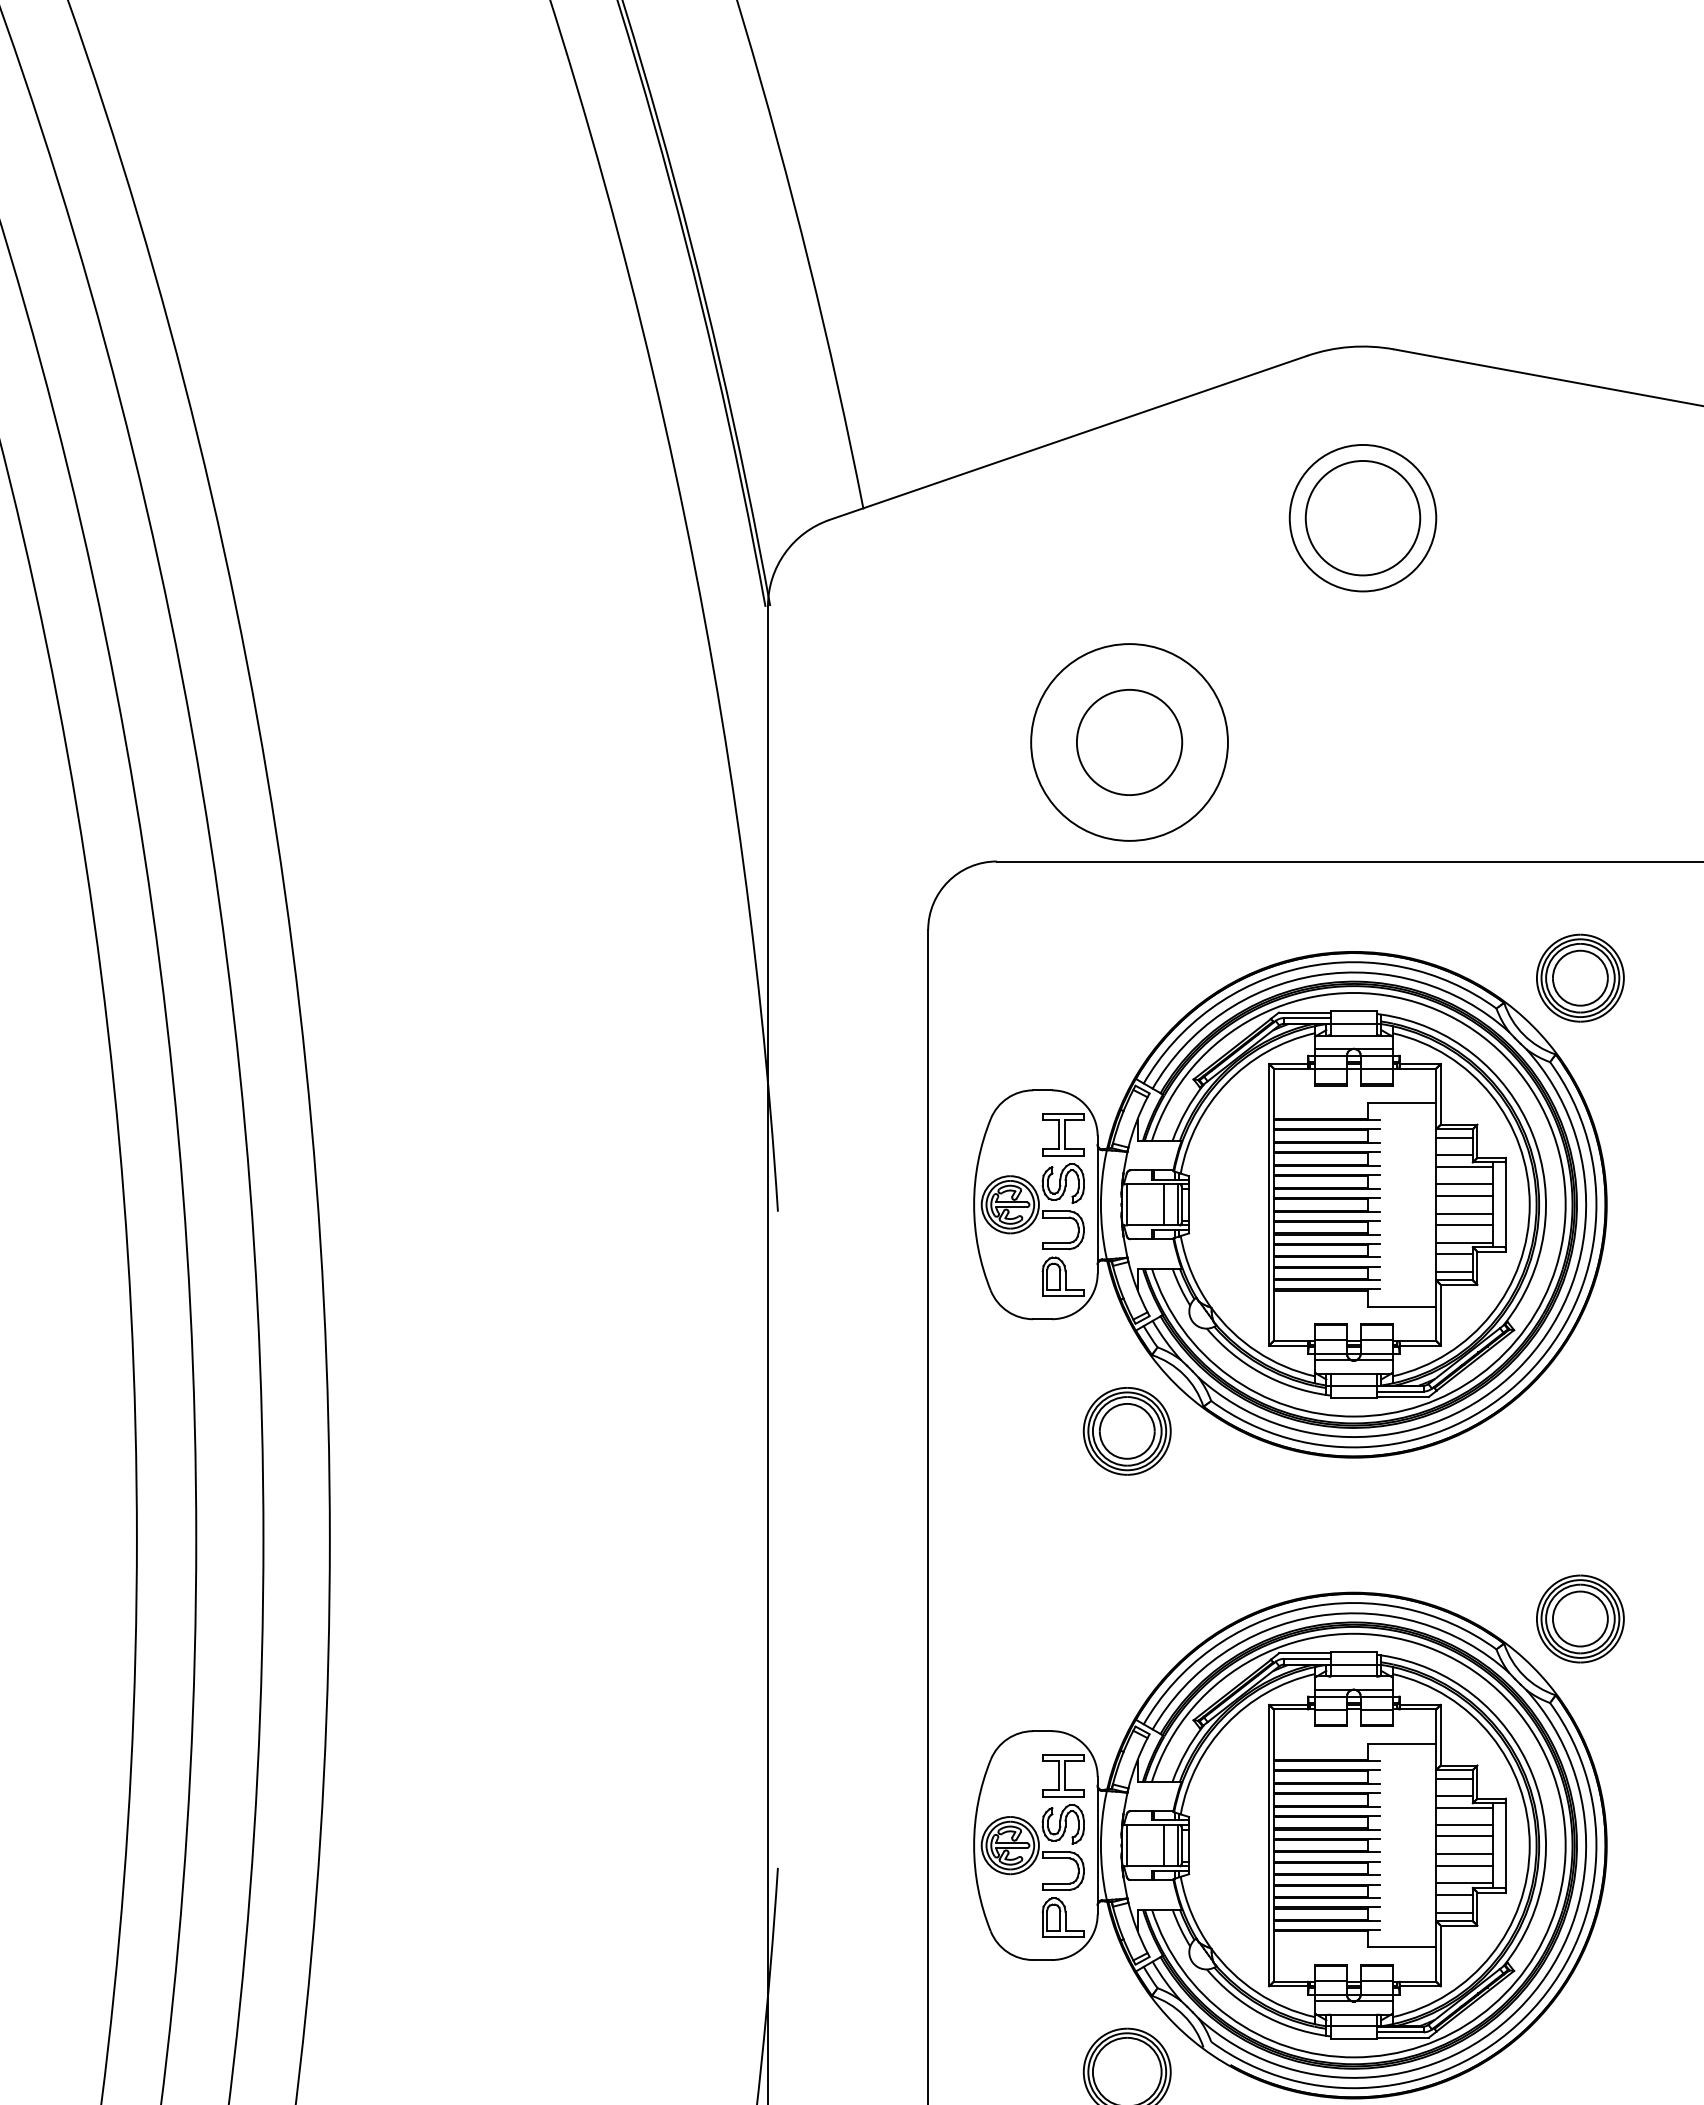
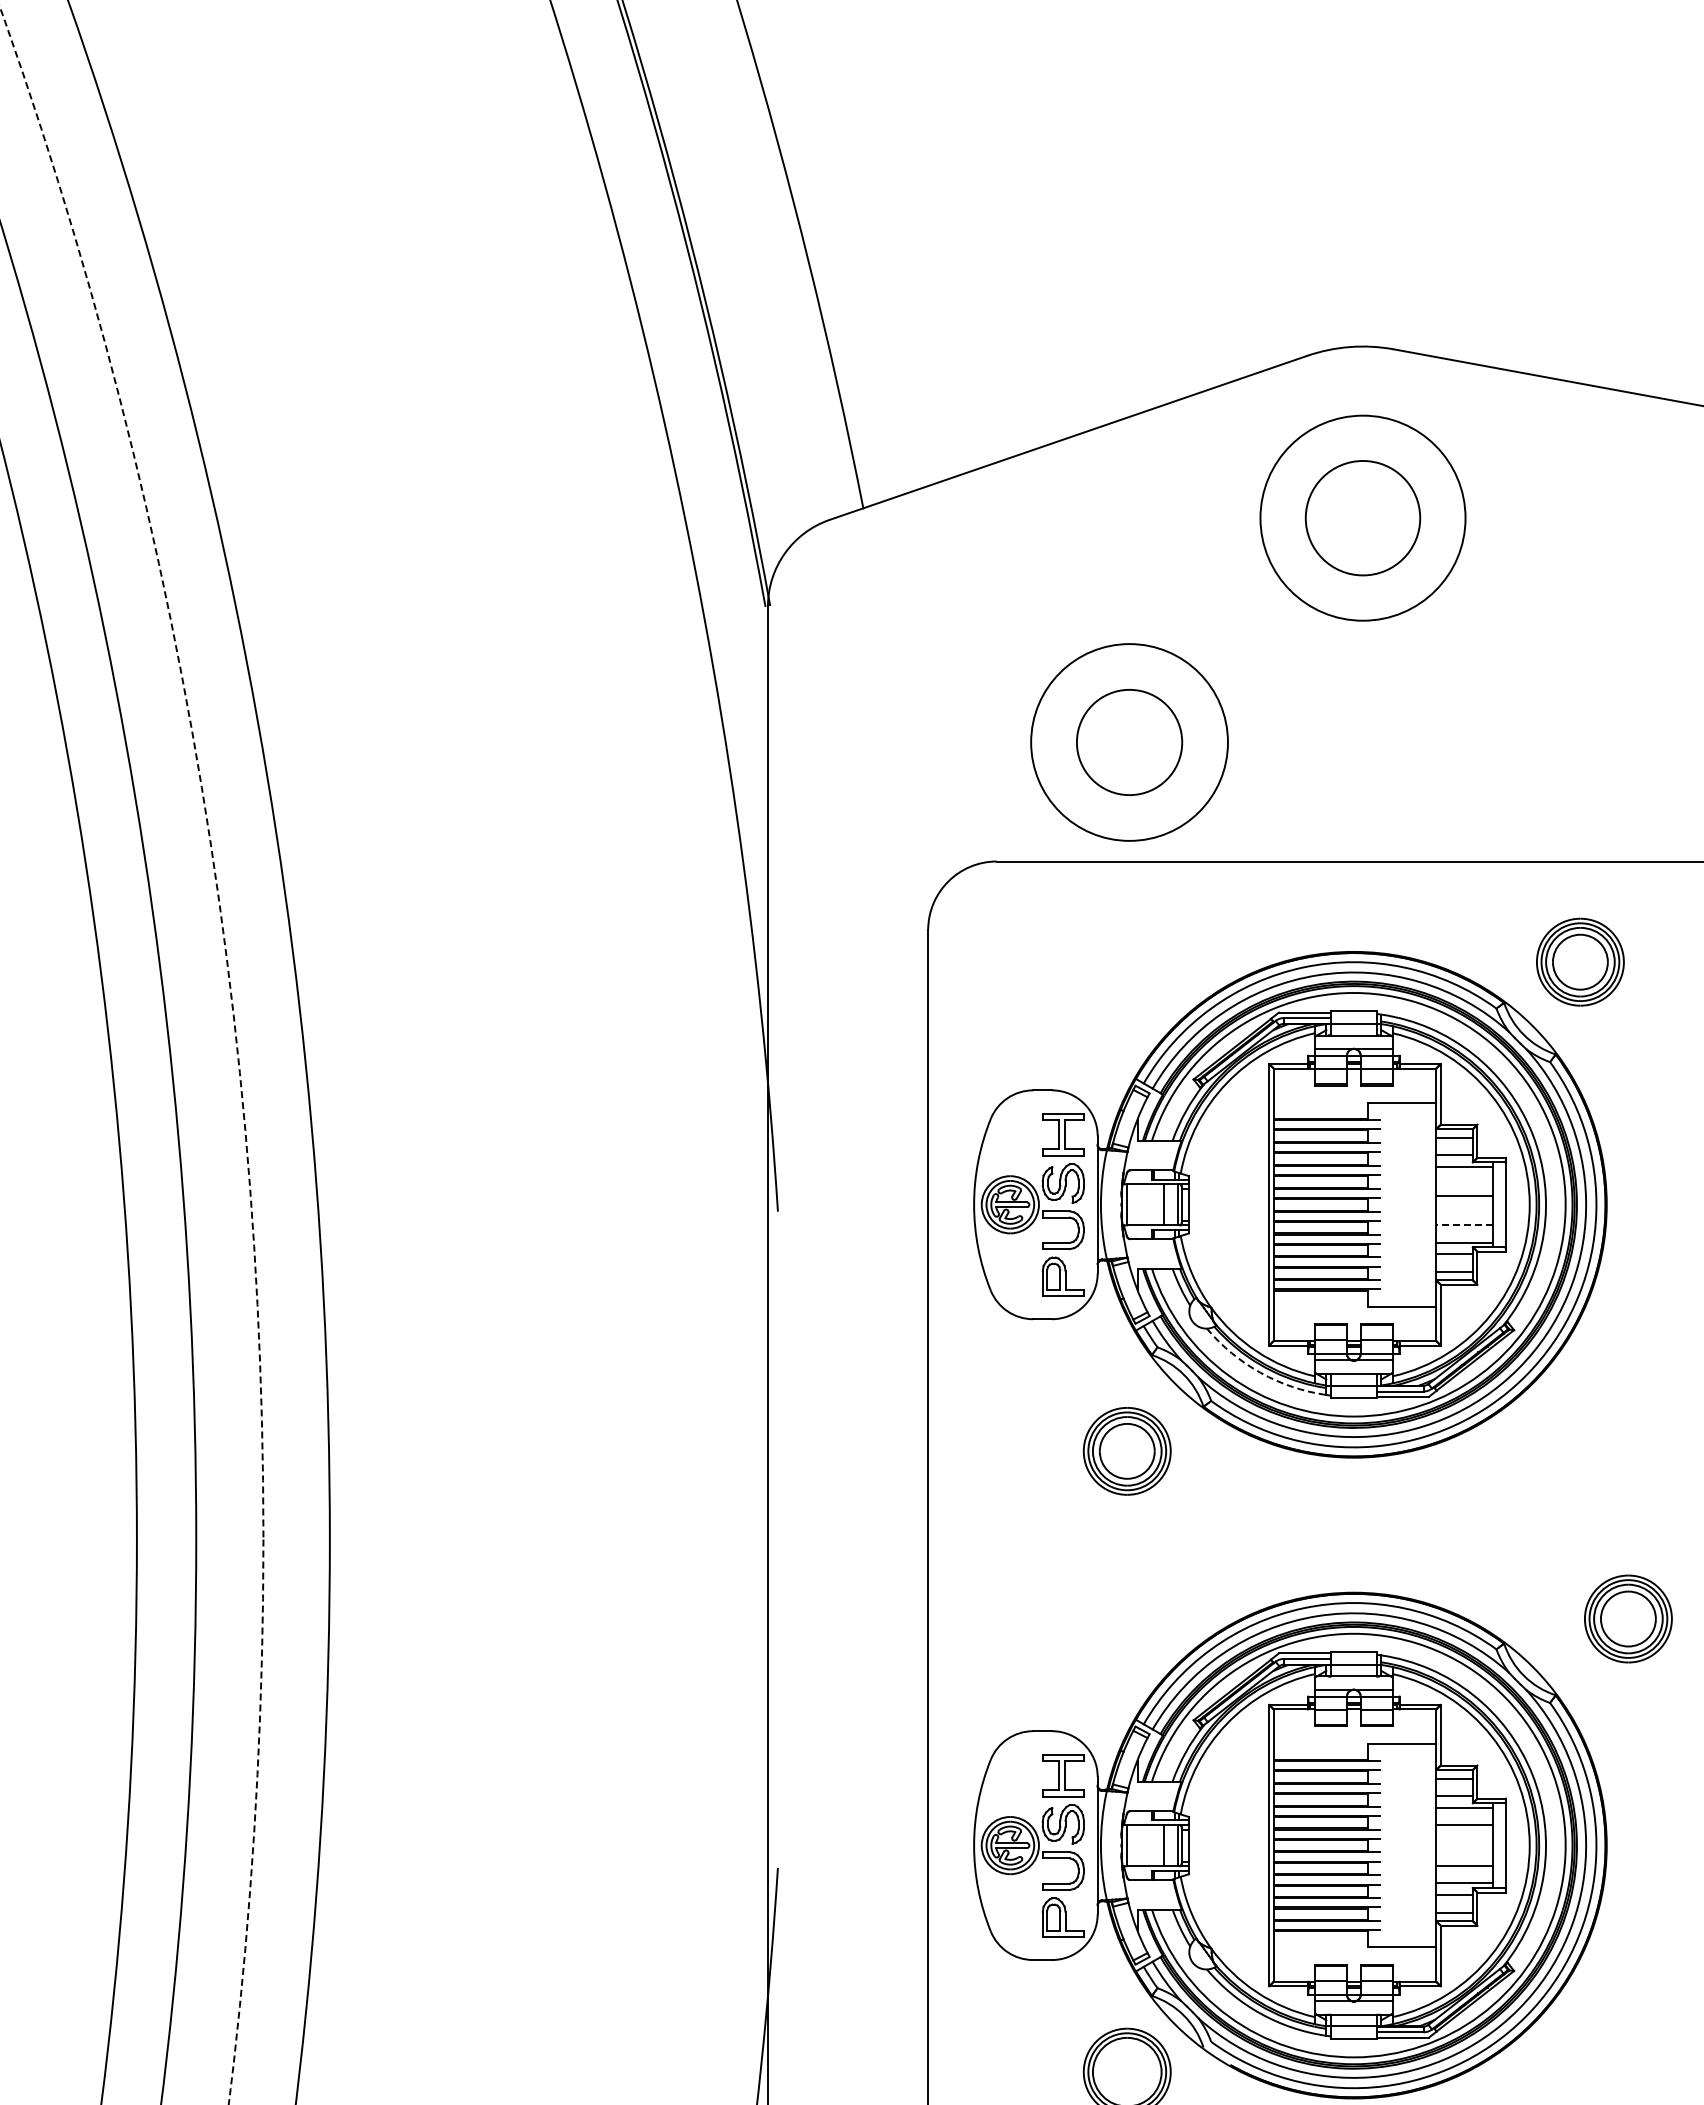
circle at (1362, 517) diameter: 146 px -> 205 px
part at (1580, 977) position: (1580, 977) -> (1580, 961)
circle at (131, 1055): solid -> dashed
line at (1464, 1184): present -> none
line at (1464, 1213): present -> none
line at (1464, 1225): solid -> dashed
arc at (1260, 1372): solid -> dashed
part at (1126, 1431) position: (1126, 1431) -> (1126, 1451)
part at (1580, 1618) position: (1580, 1618) -> (1628, 1618)
line at (1464, 1836): present -> none
line at (1464, 1854): present -> none
